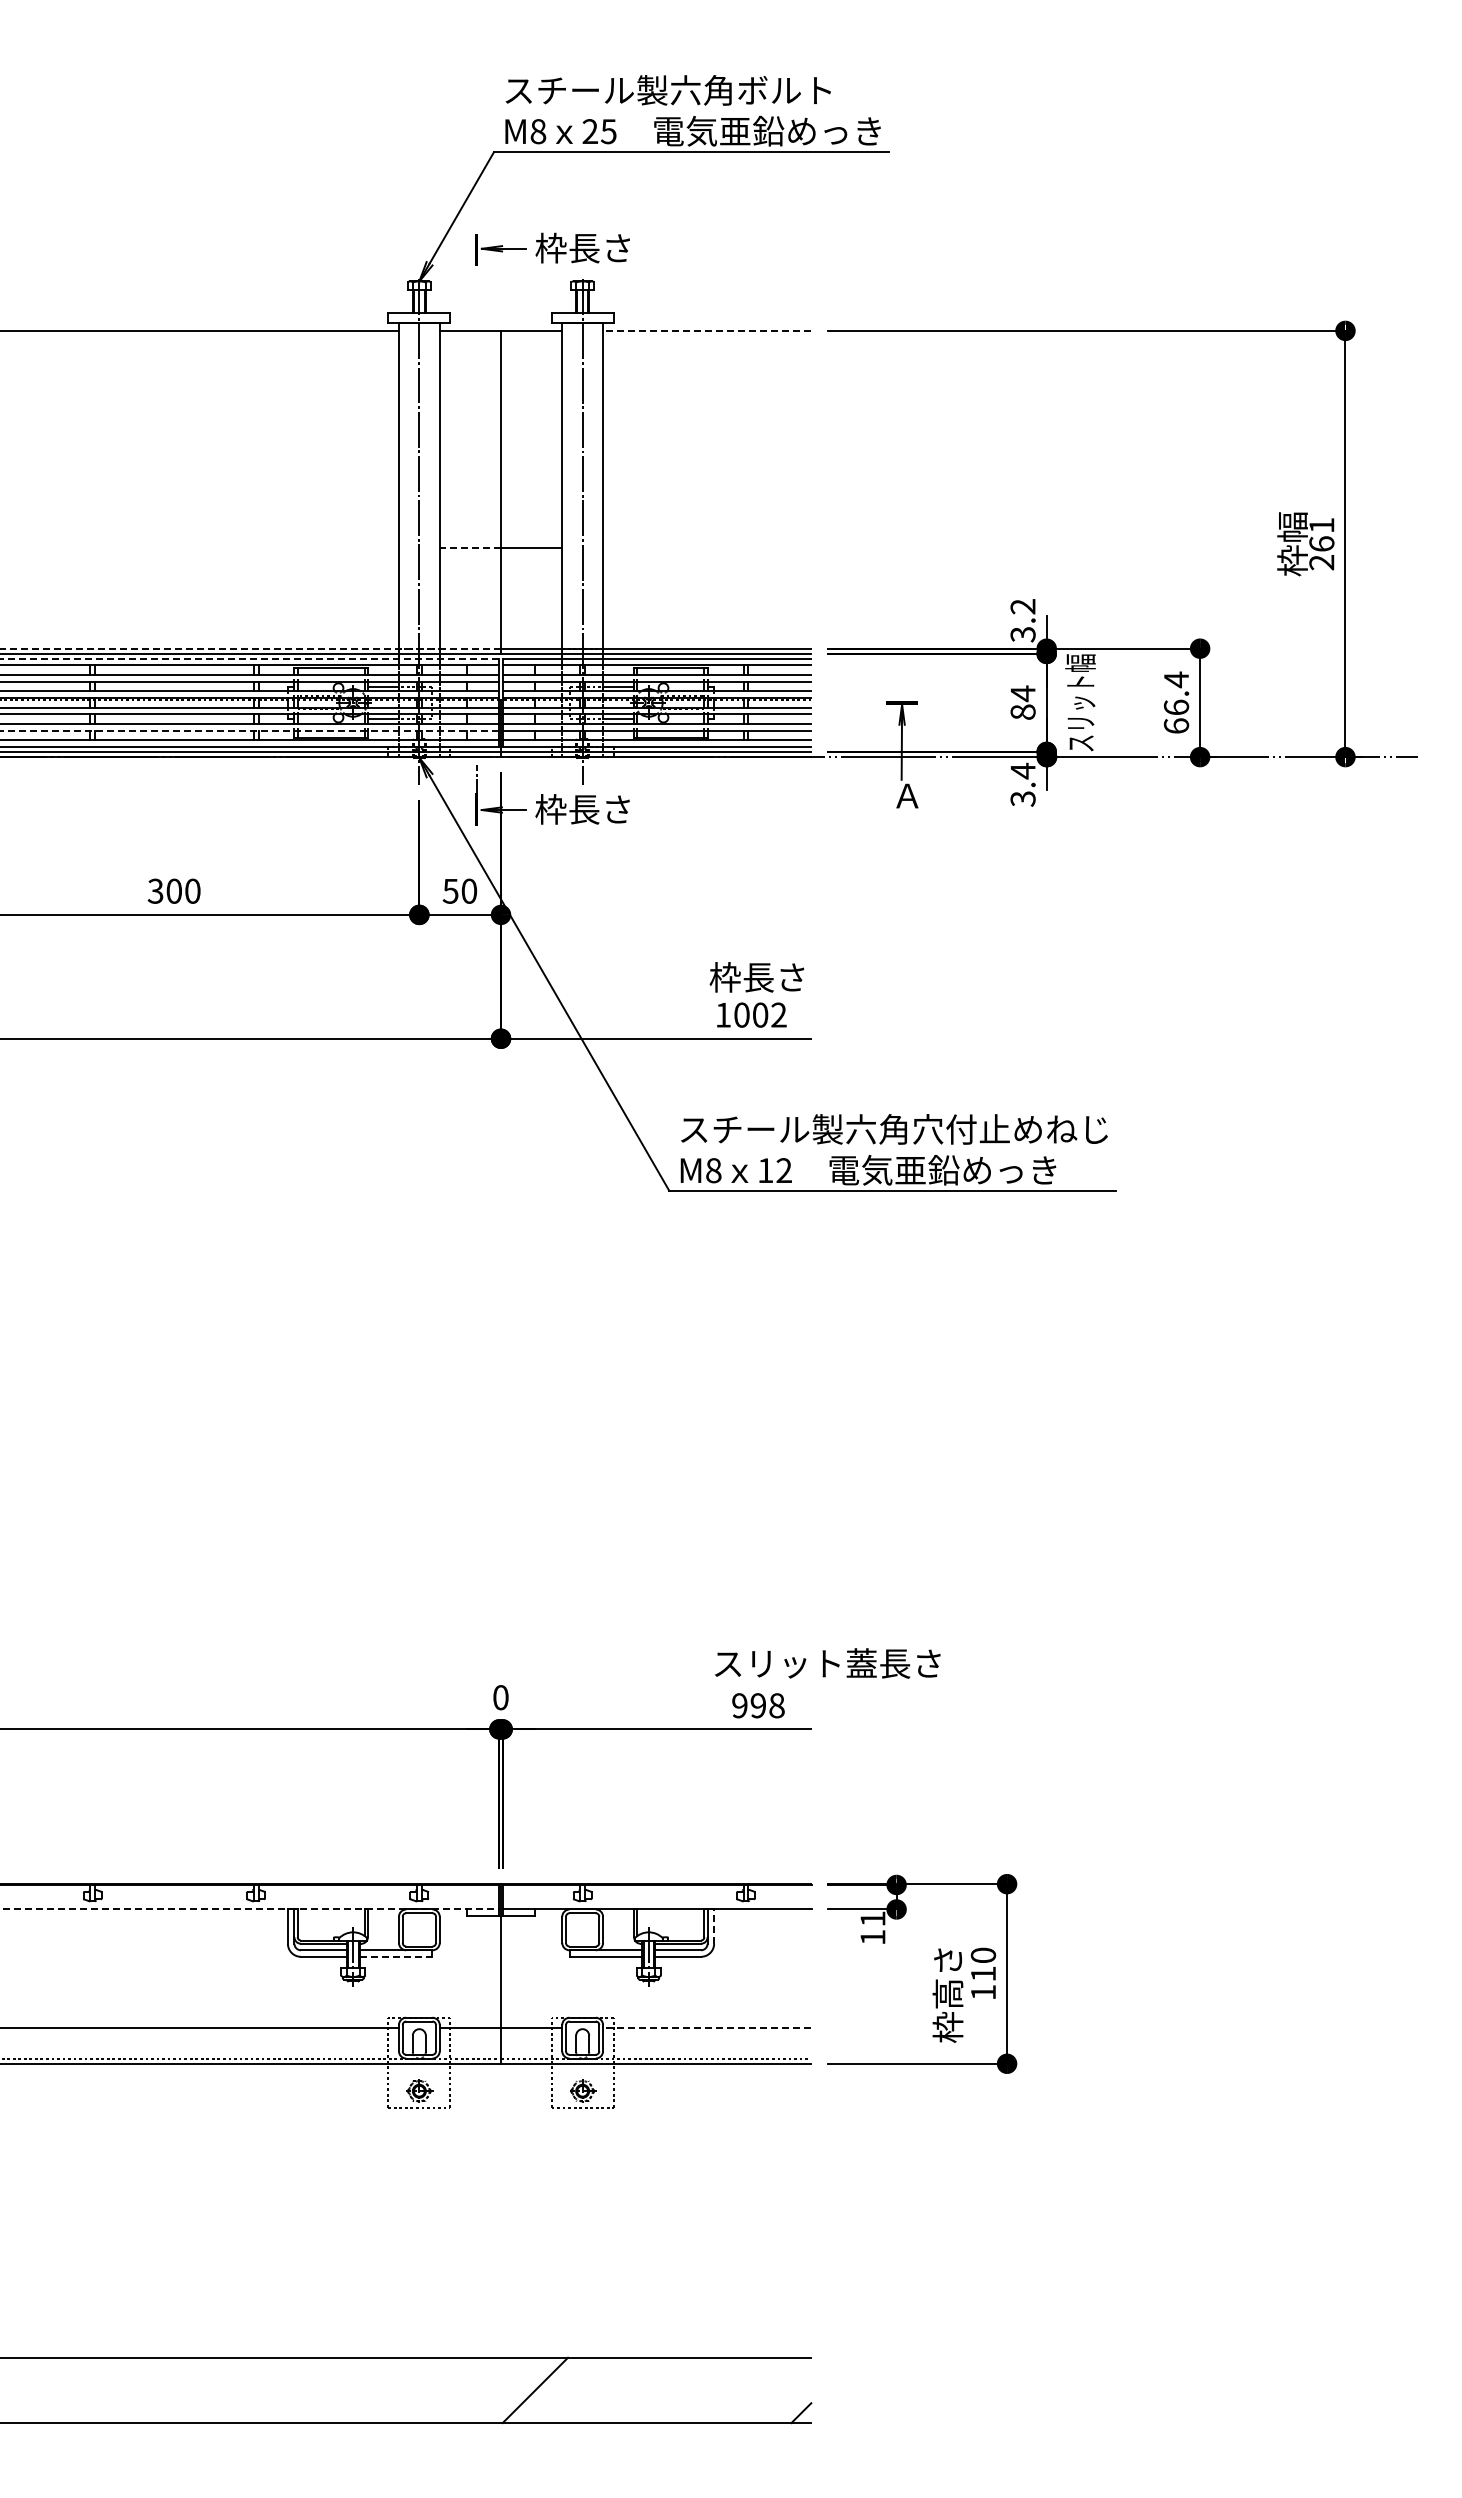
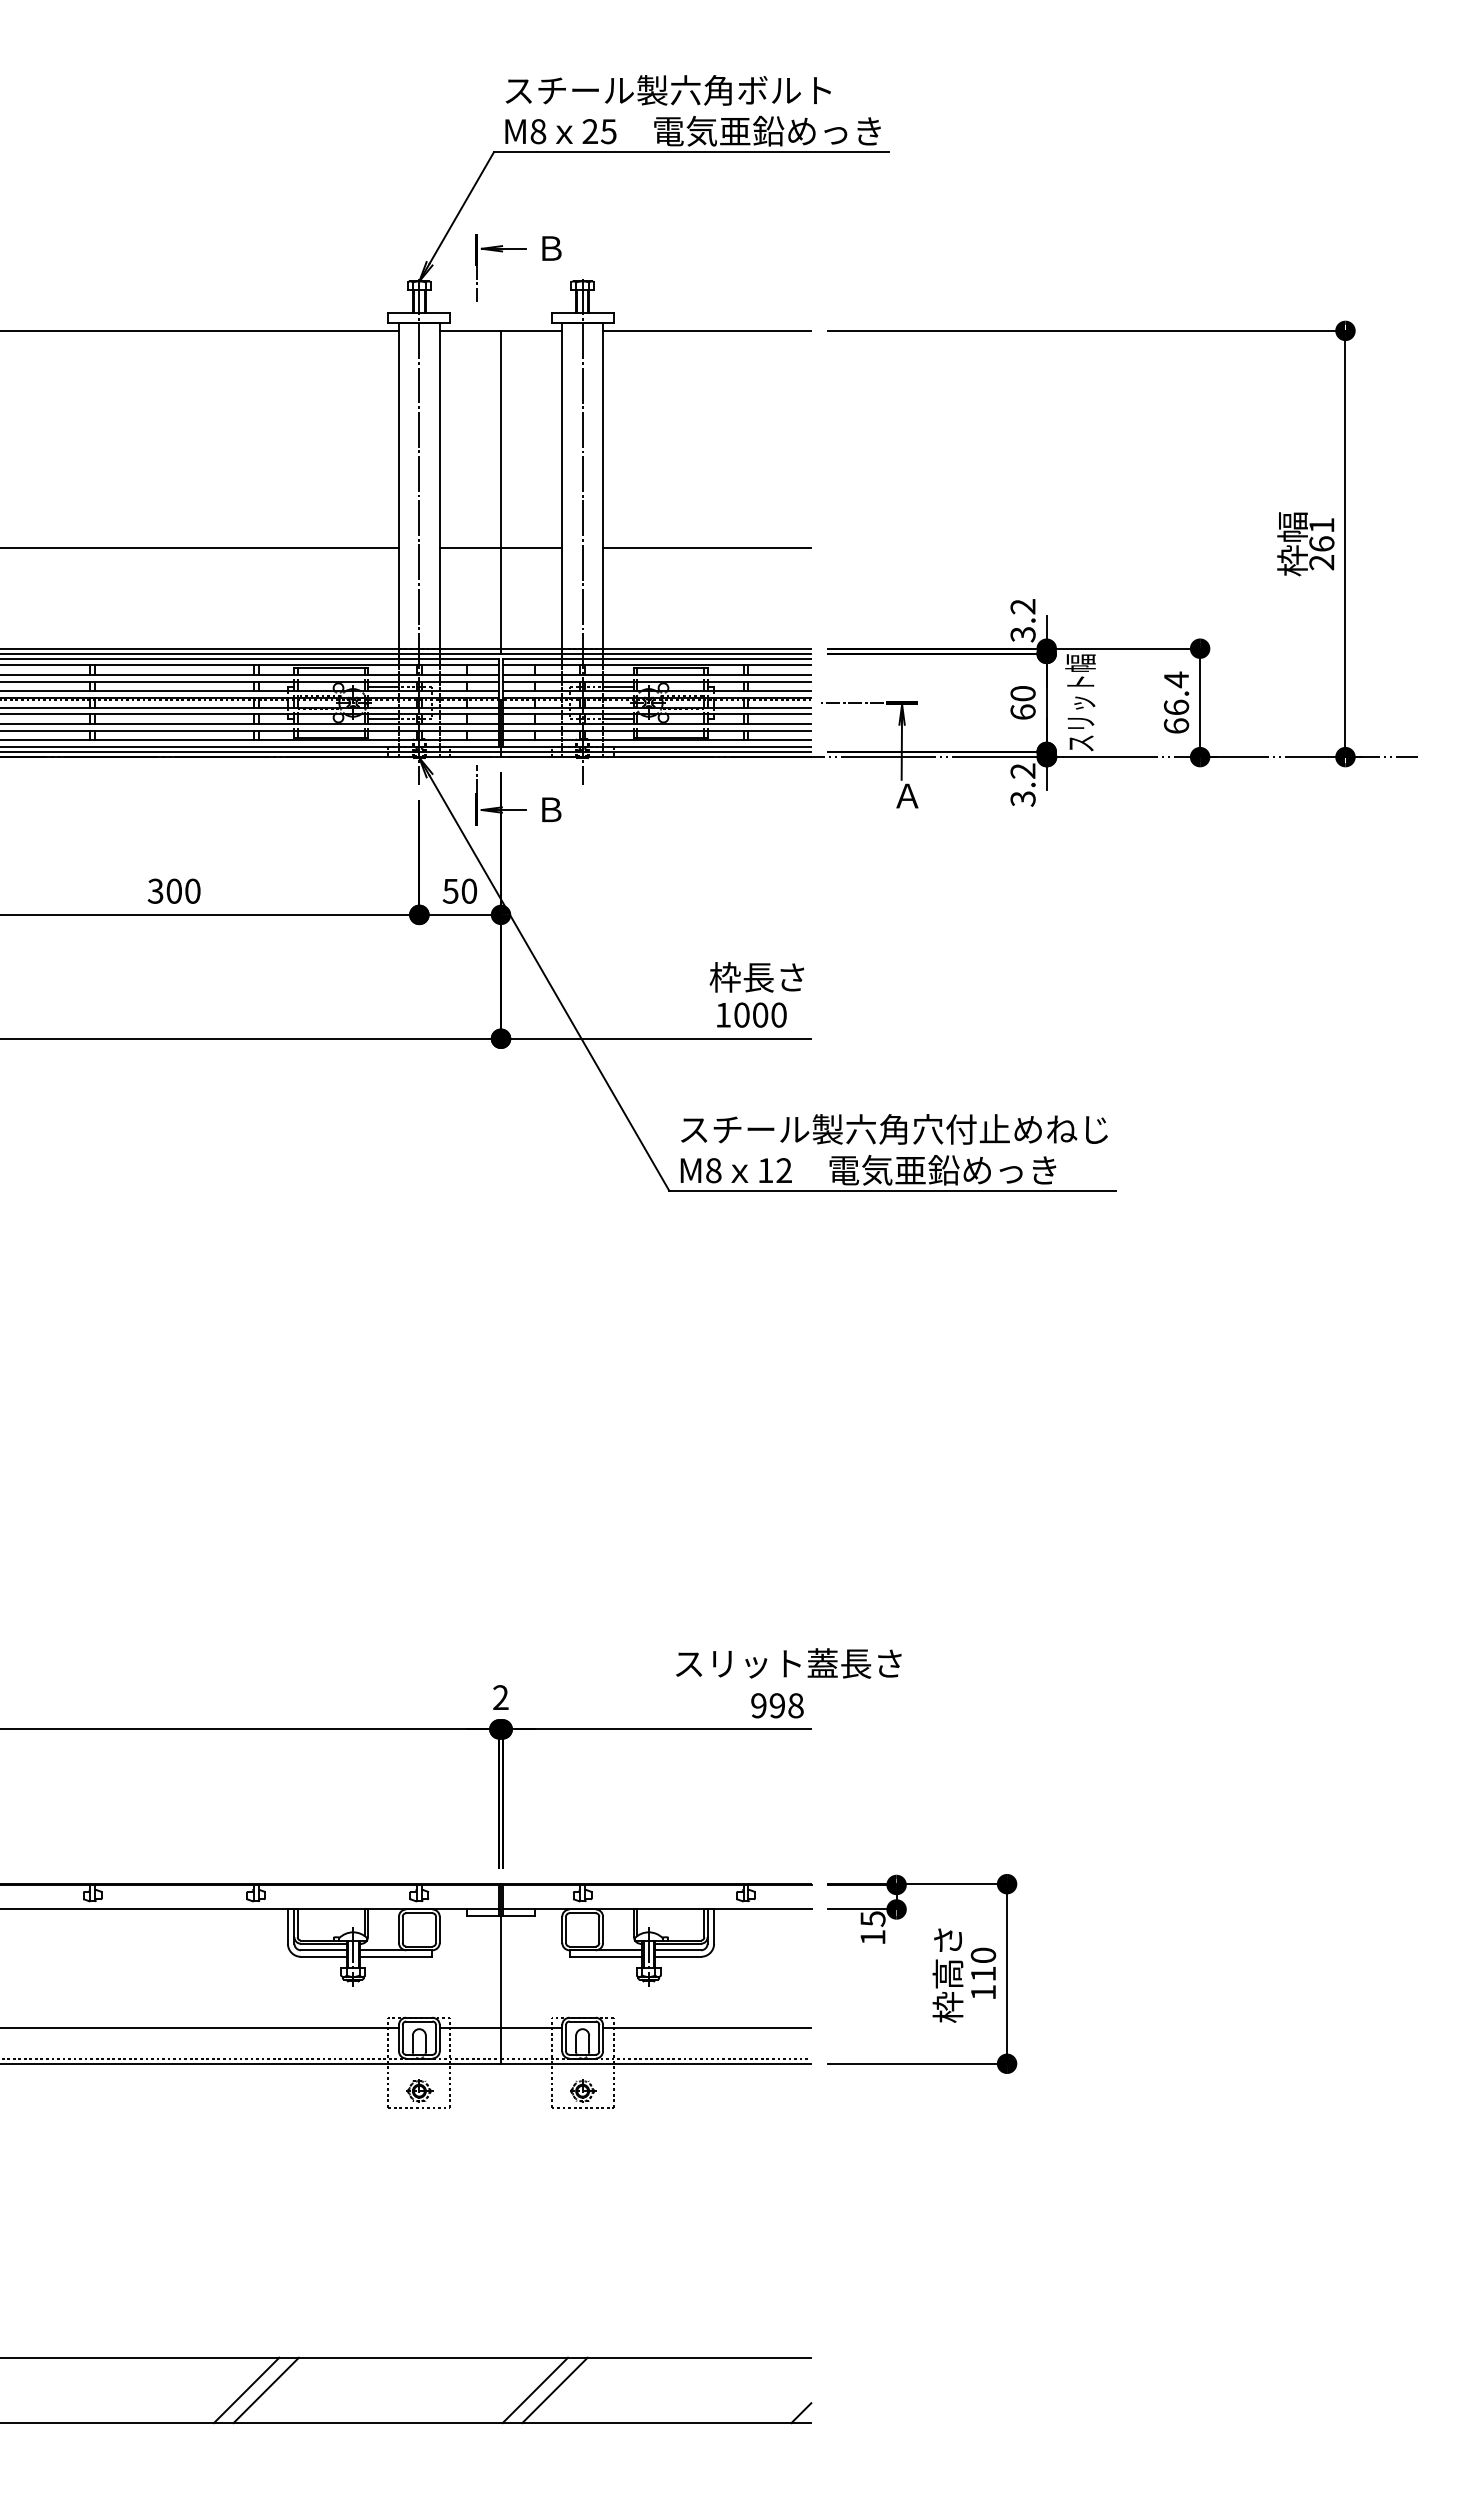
text at (582, 247): 枠長さ -> Ｂ
line at (476, 283): none -> present
line at (706, 330): dashed -> solid
line at (200, 547): none -> present
line at (470, 547): dashed -> solid
line at (707, 547): none -> present
line at (250, 648): dashed -> solid
line at (249, 658): dashed -> solid
line at (851, 702): none -> present
text at (1022, 702): 84 -> 60
line at (249, 730): dashed -> solid
text at (1022, 770): 3.4 -> 3.2
text at (582, 809): 枠長さ -> Ｂ
text at (778, 1014): 1002 -> 1000
text at (827, 1663) position: (827, 1663) -> (788, 1663)
text at (500, 1697): 0 -> 2
text at (758, 1705) position: (758, 1705) -> (777, 1705)
line at (250, 1909): dashed -> solid
text at (872, 1918): 11 -> 15
line at (714, 1926): dashed -> solid
line at (395, 1956): dashed -> solid
text at (947, 1995) position: (947, 1995) -> (947, 1975)
line at (706, 2027): dashed -> solid
line at (246, 2390): none -> present
line at (265, 2390): none -> present
line at (554, 2390): none -> present
